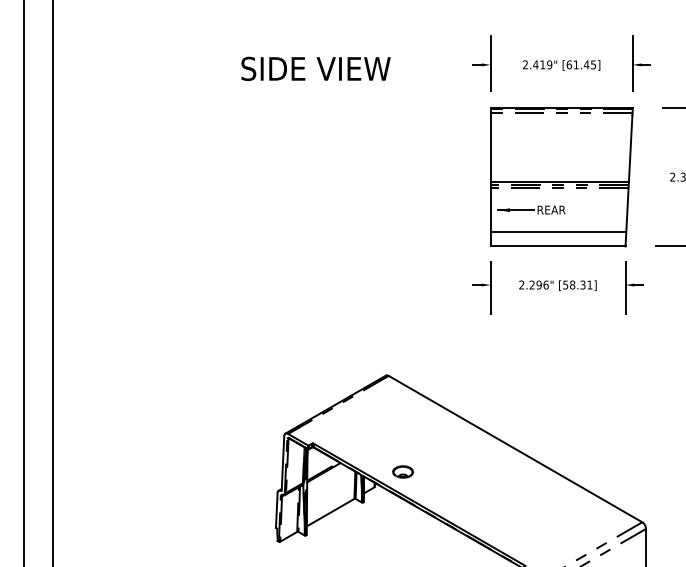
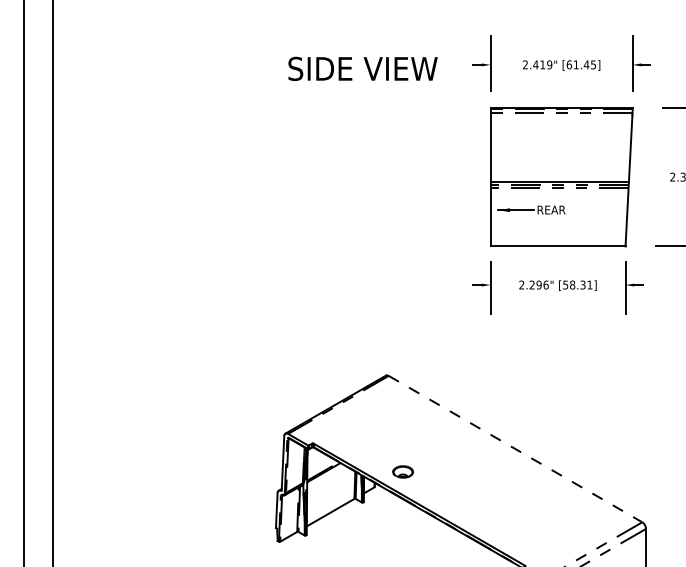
text at (315, 68) position: (315, 68) -> (362, 68)
line at (558, 231): present -> none
line at (515, 449): solid -> dashed
